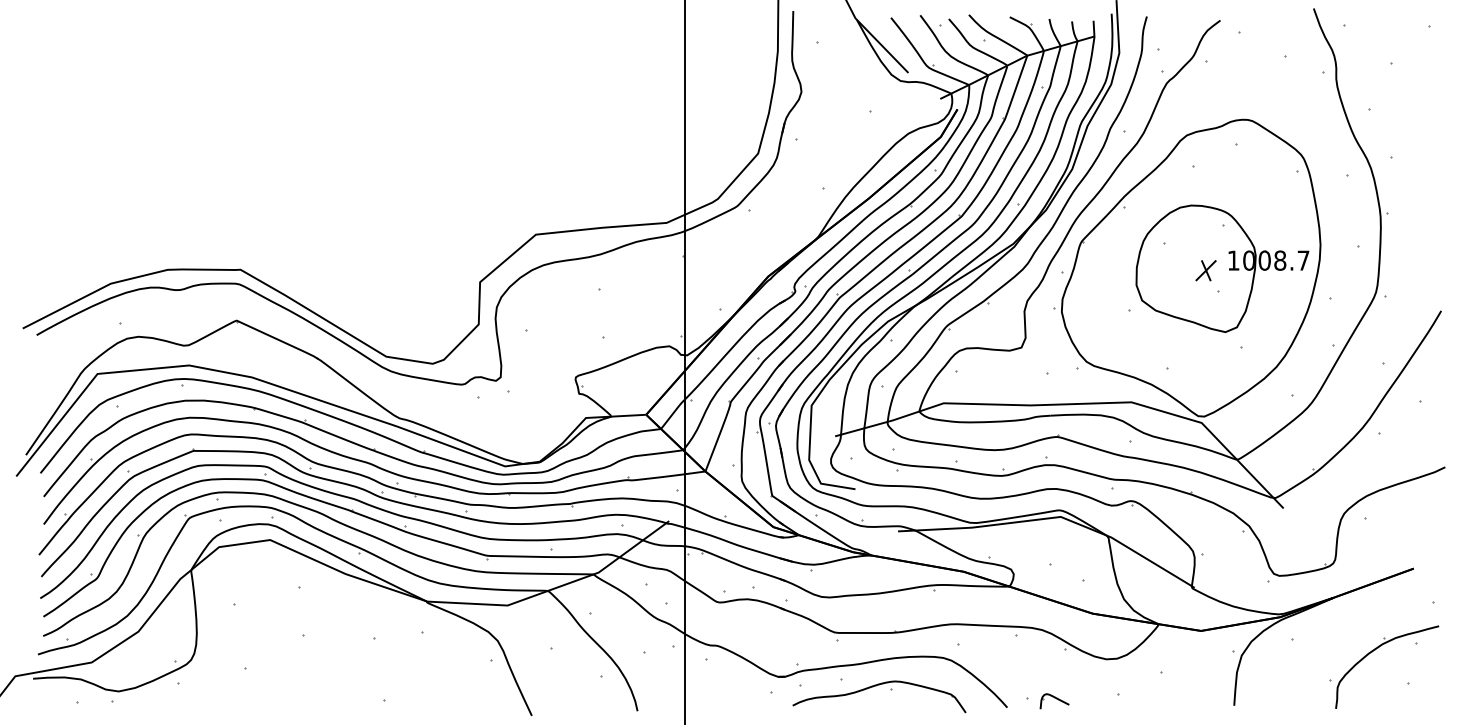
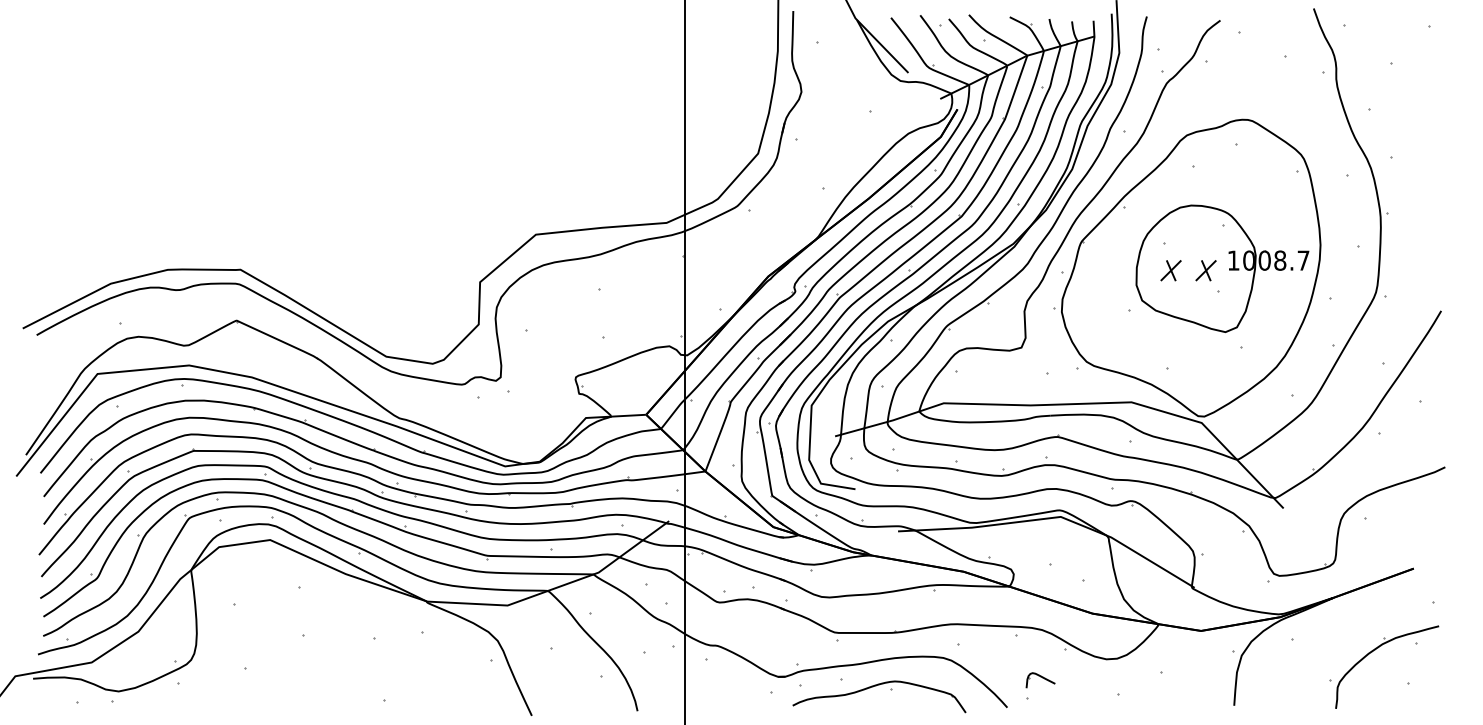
part at (1170, 270): none -> present
part at (1054, 701) position: (1054, 701) -> (1040, 680)
